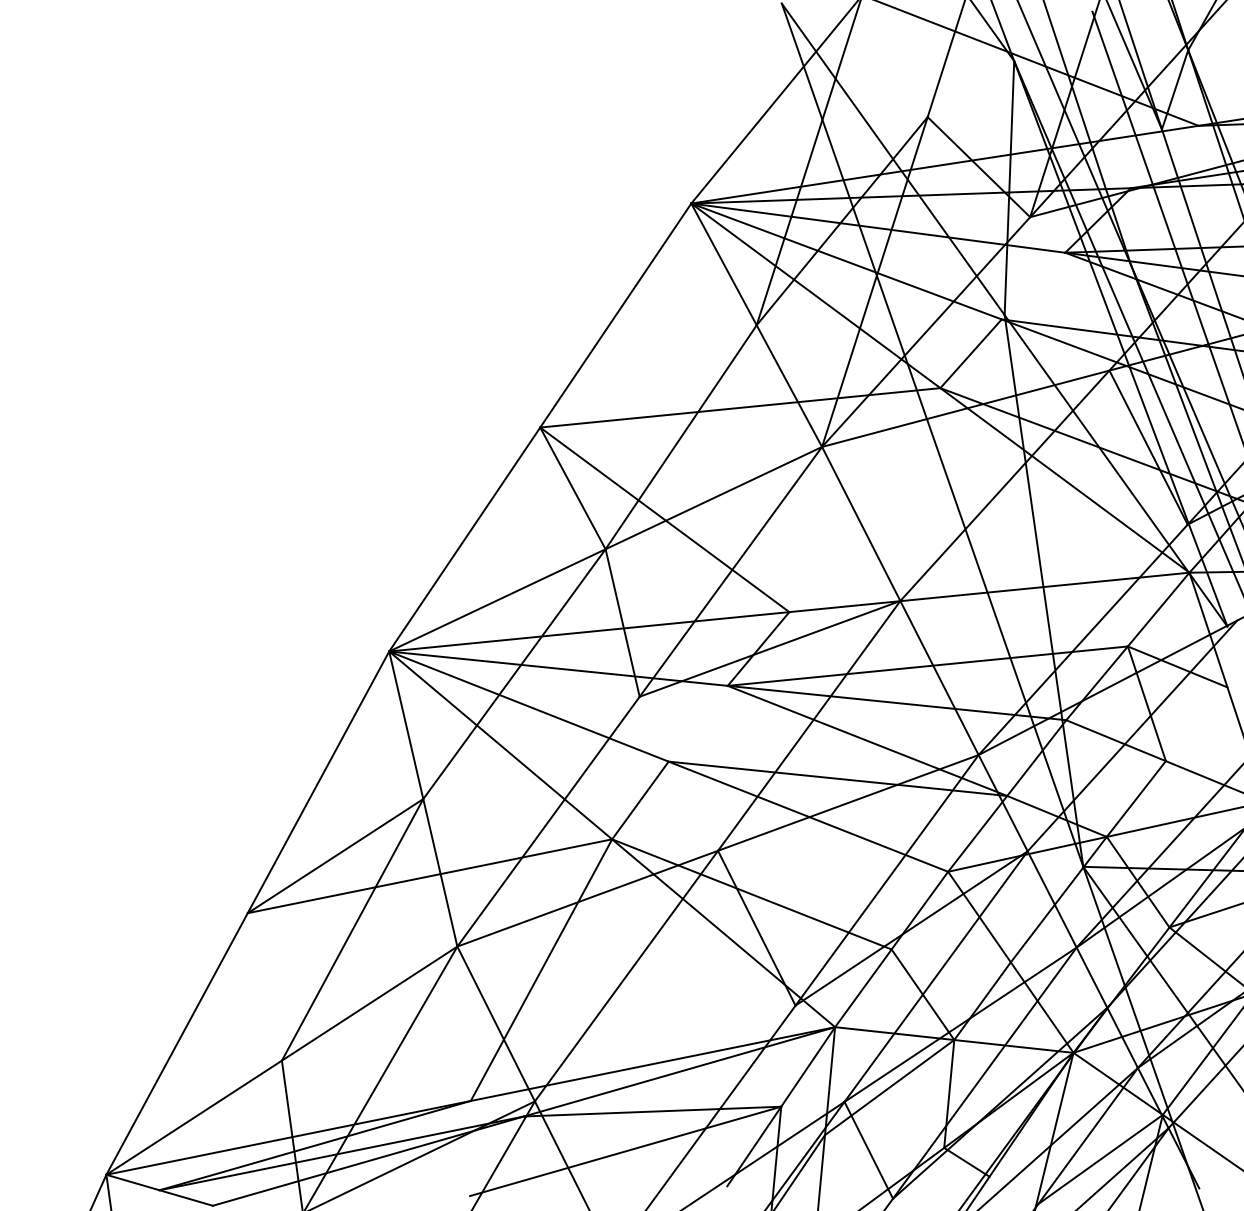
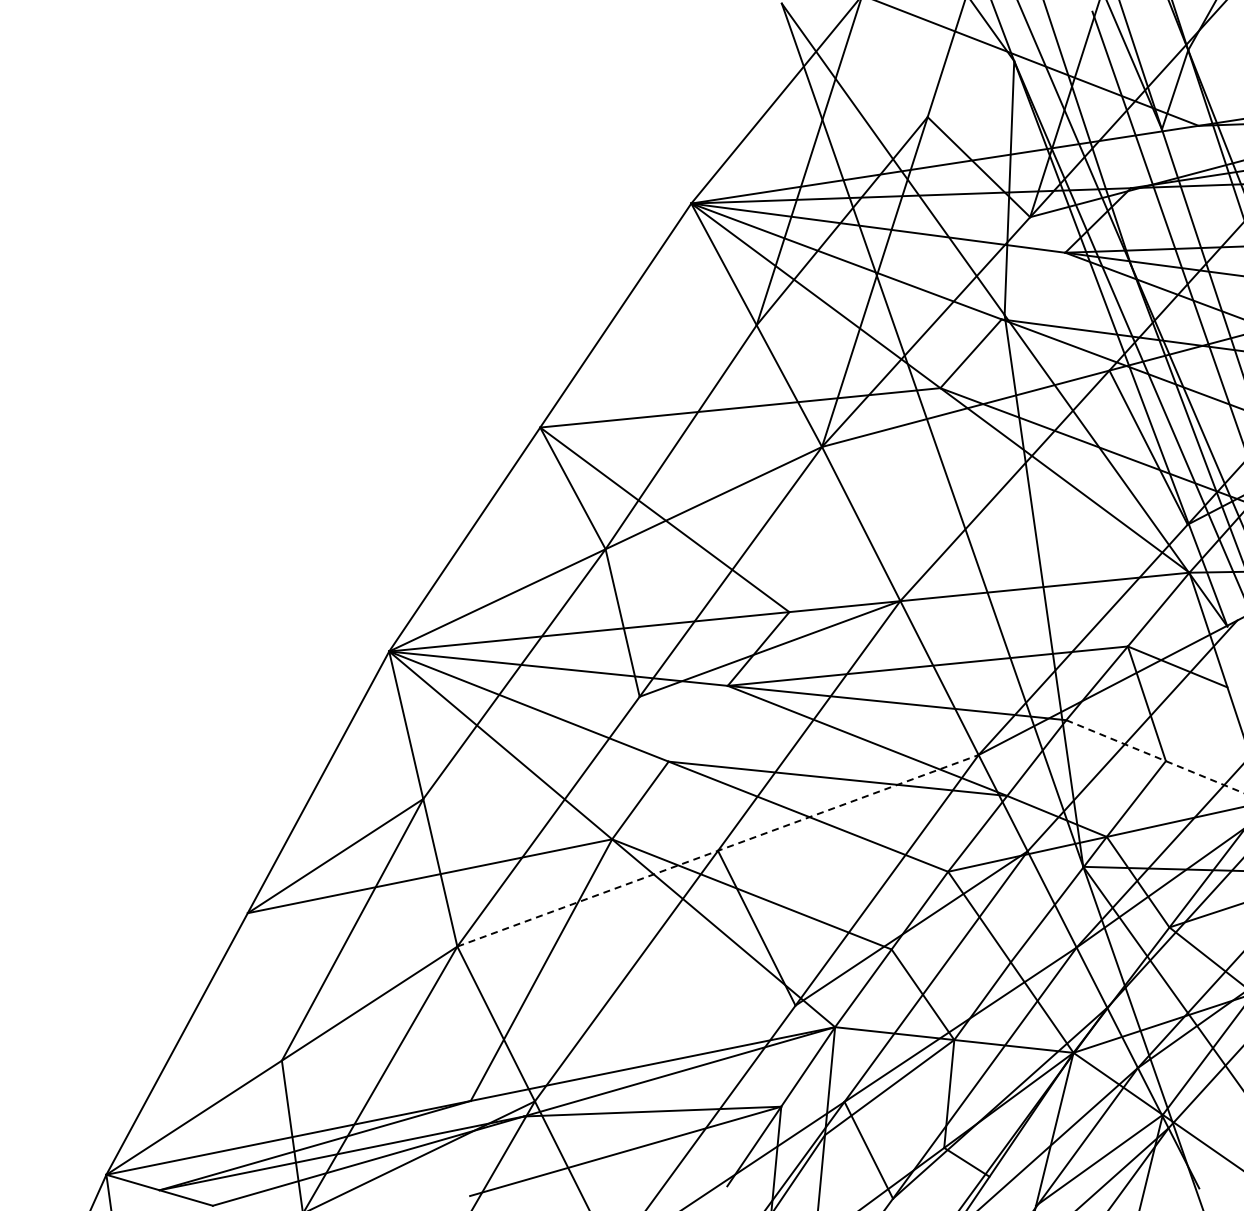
line at (1154, 756): solid -> dashed
line at (718, 850): solid -> dashed
